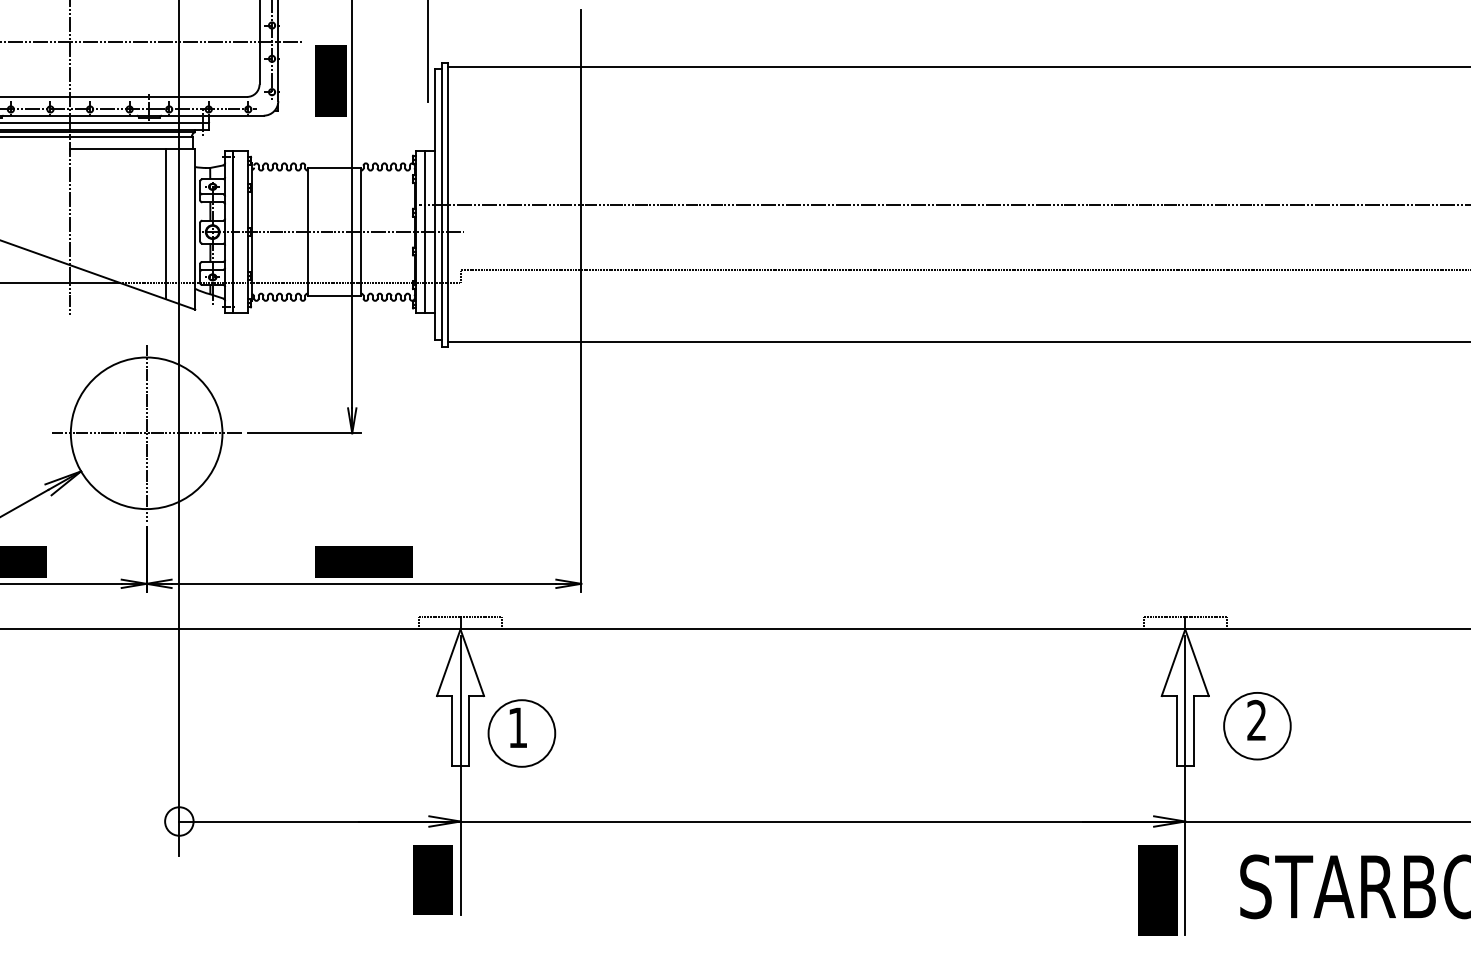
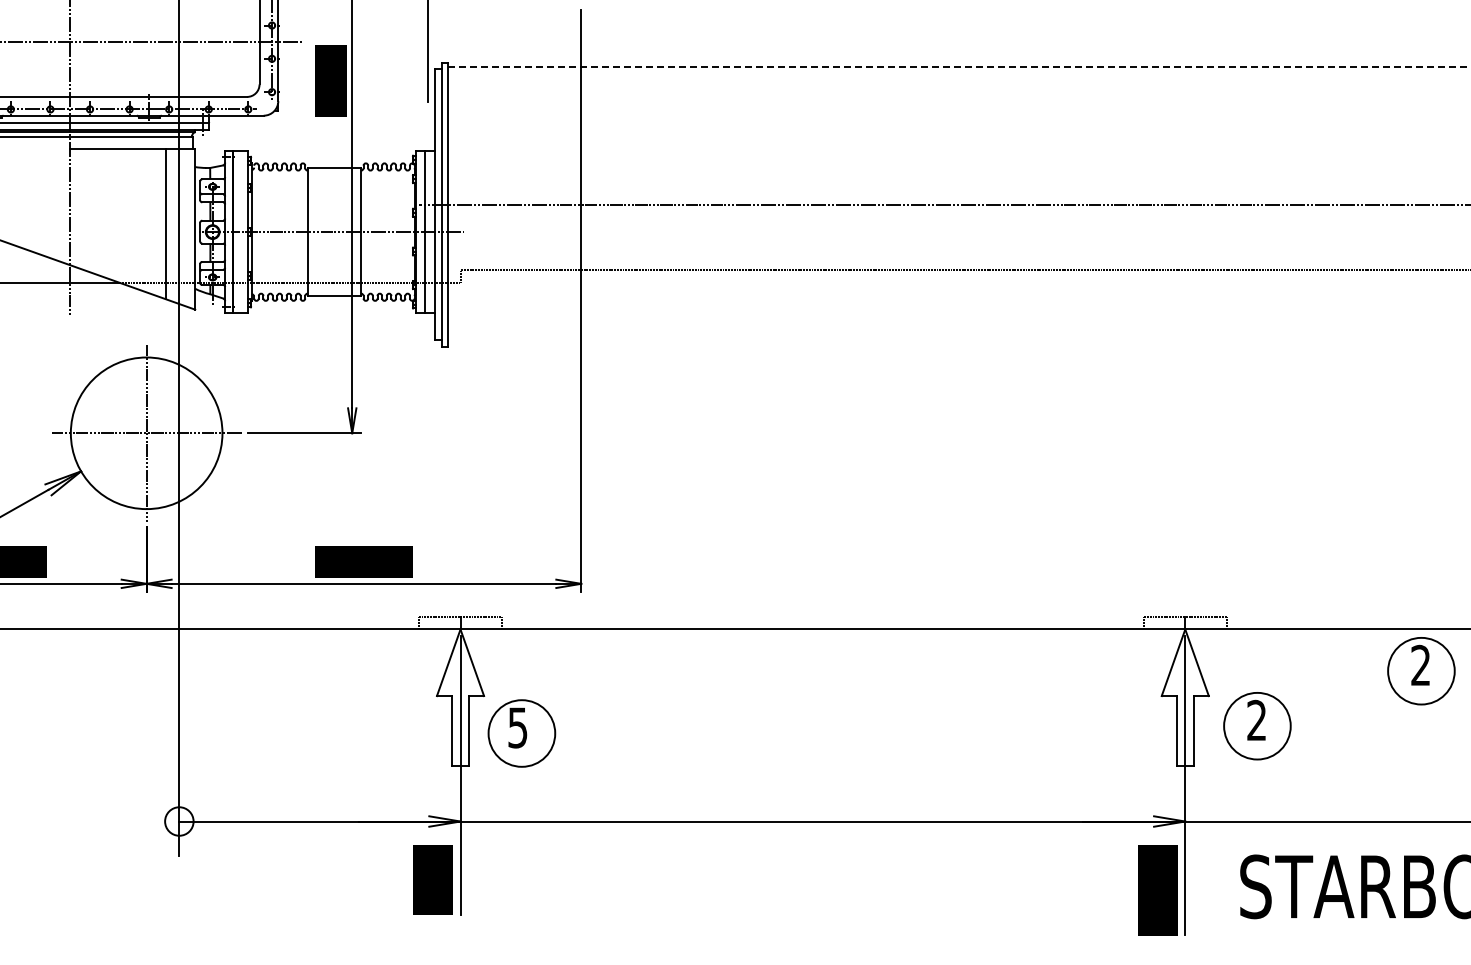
line at (959, 67): solid -> dashed
line at (957, 342): present -> none
part at (1421, 671): none -> present
text at (517, 727): 1 -> 5
